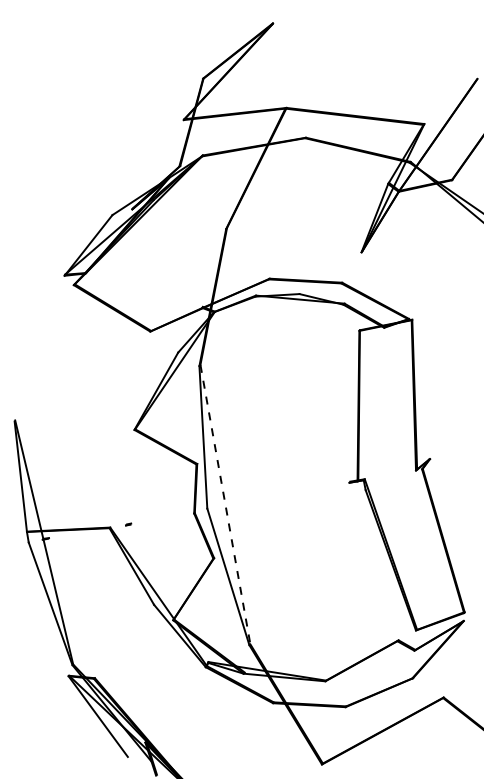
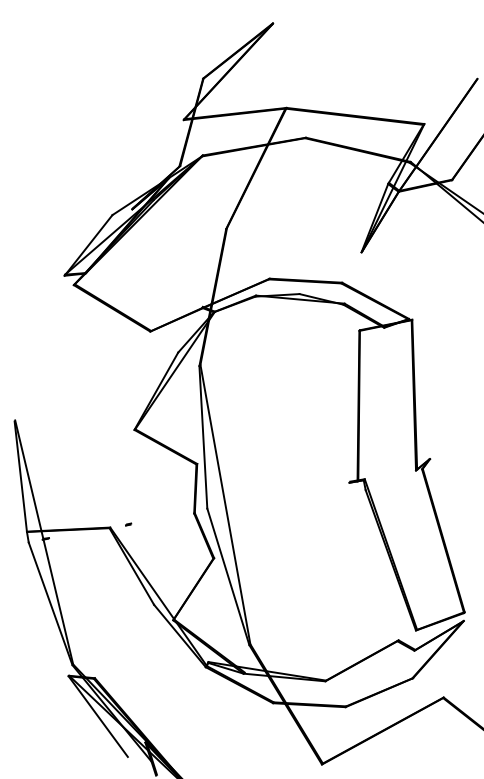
line at (225, 504): dashed -> solid
